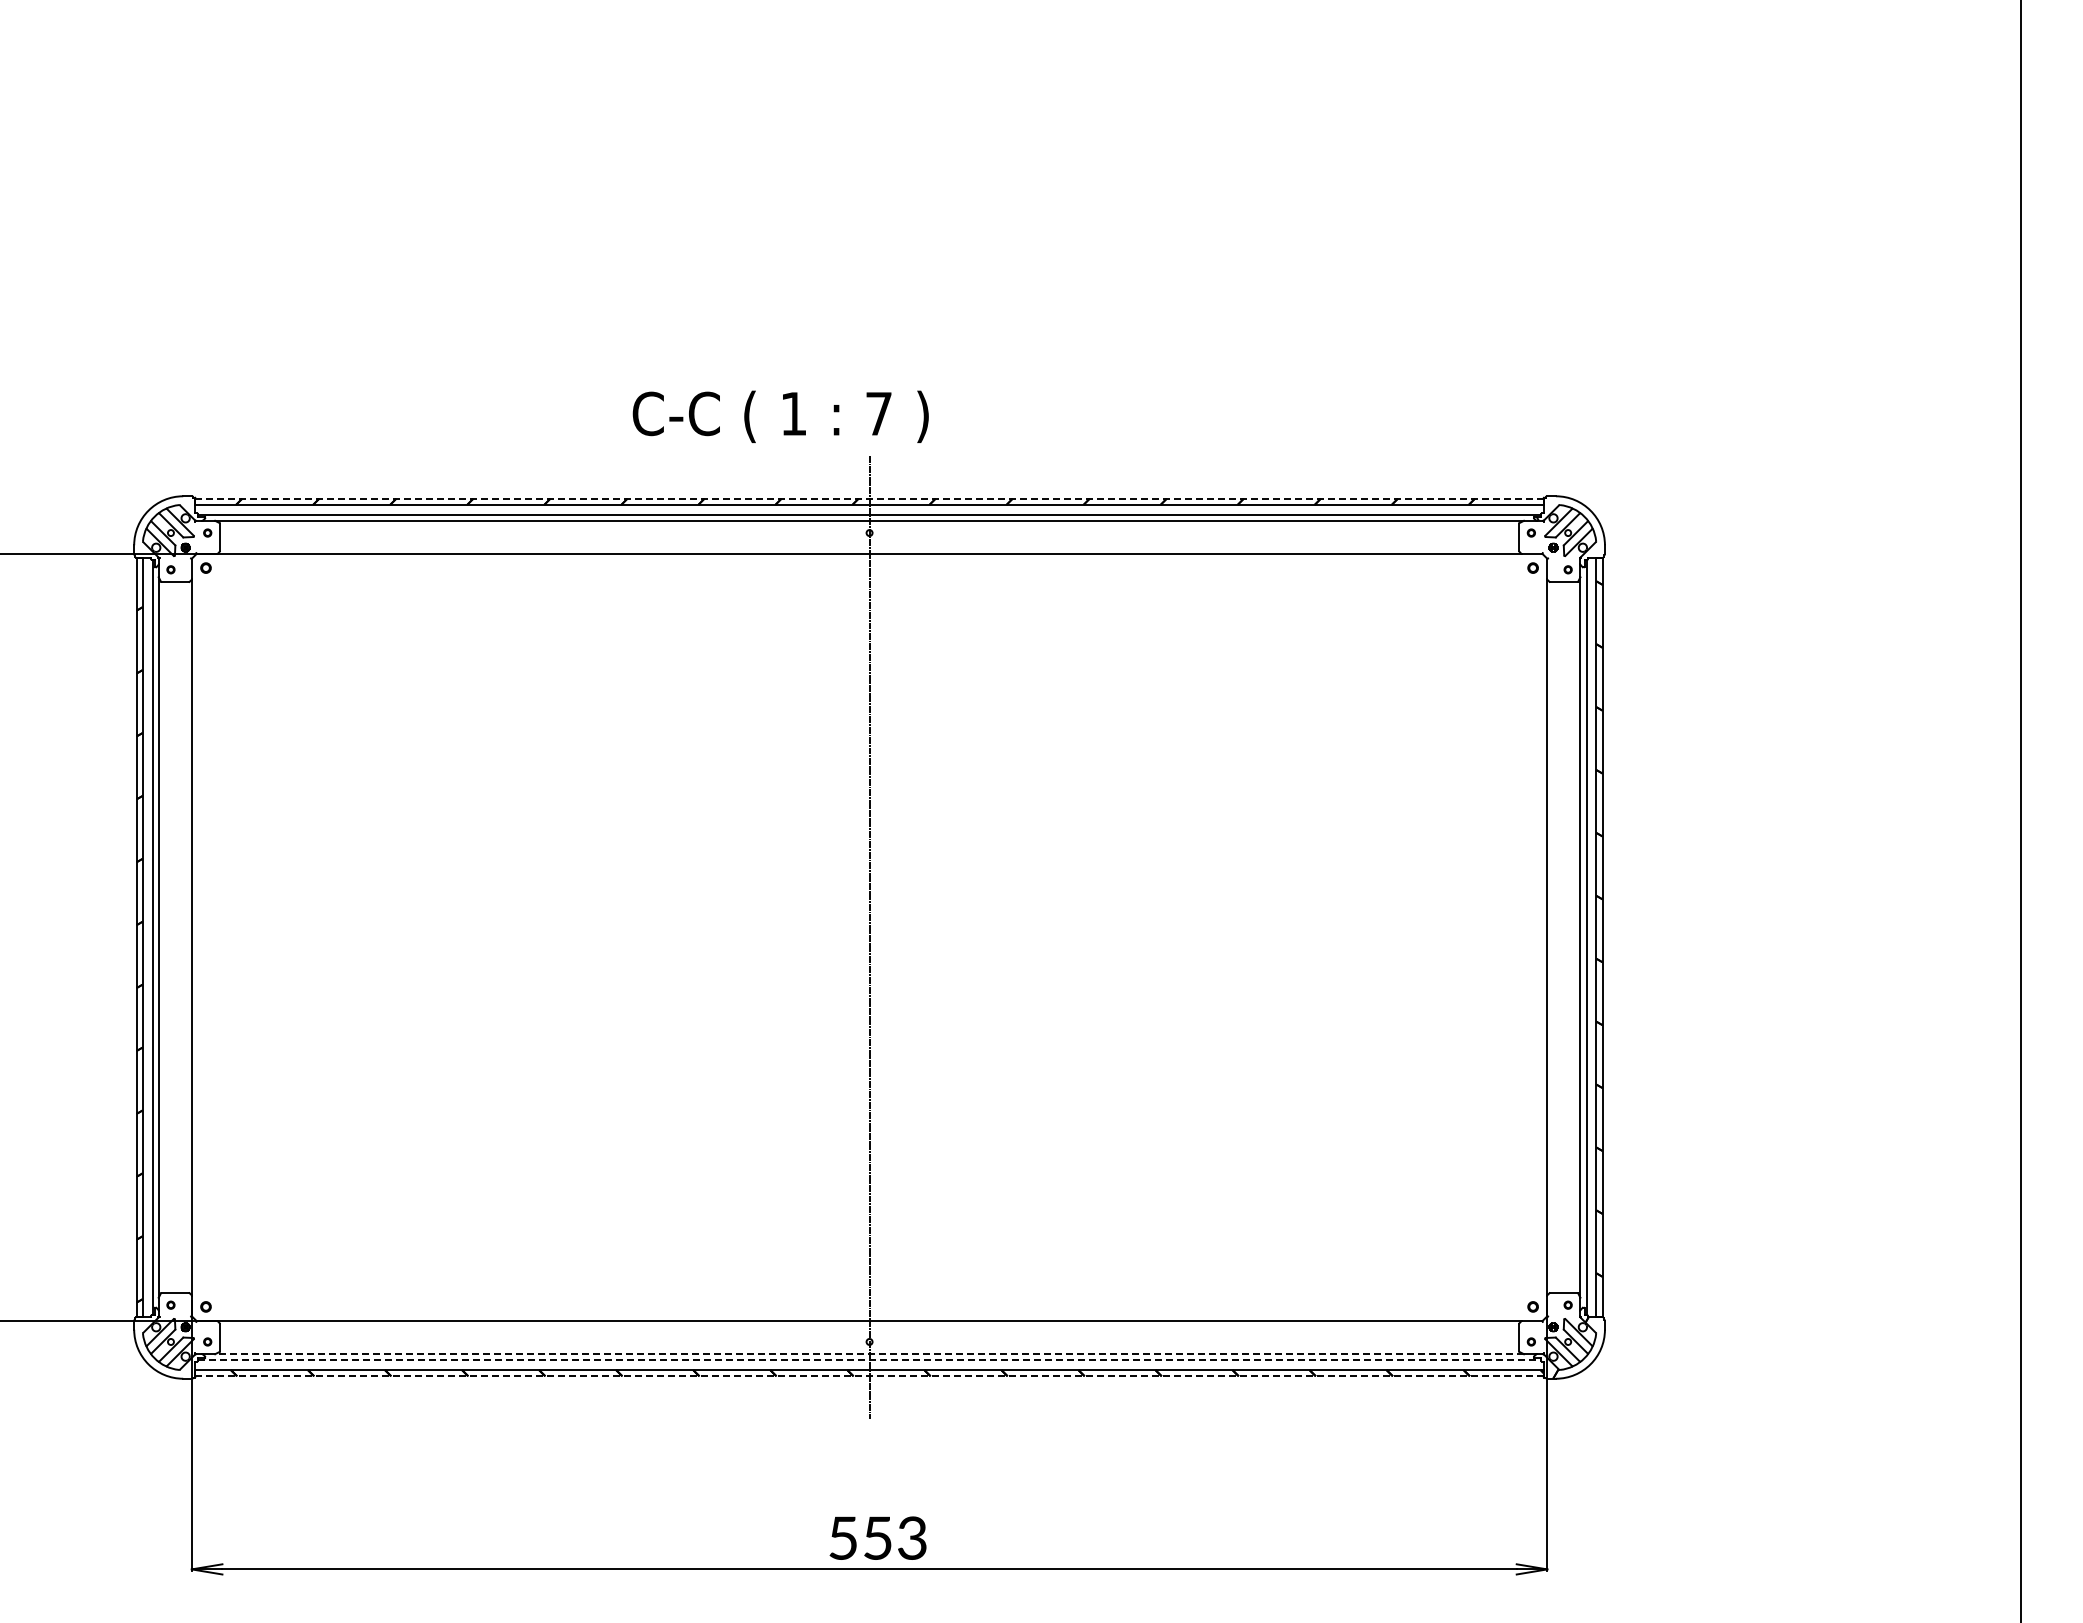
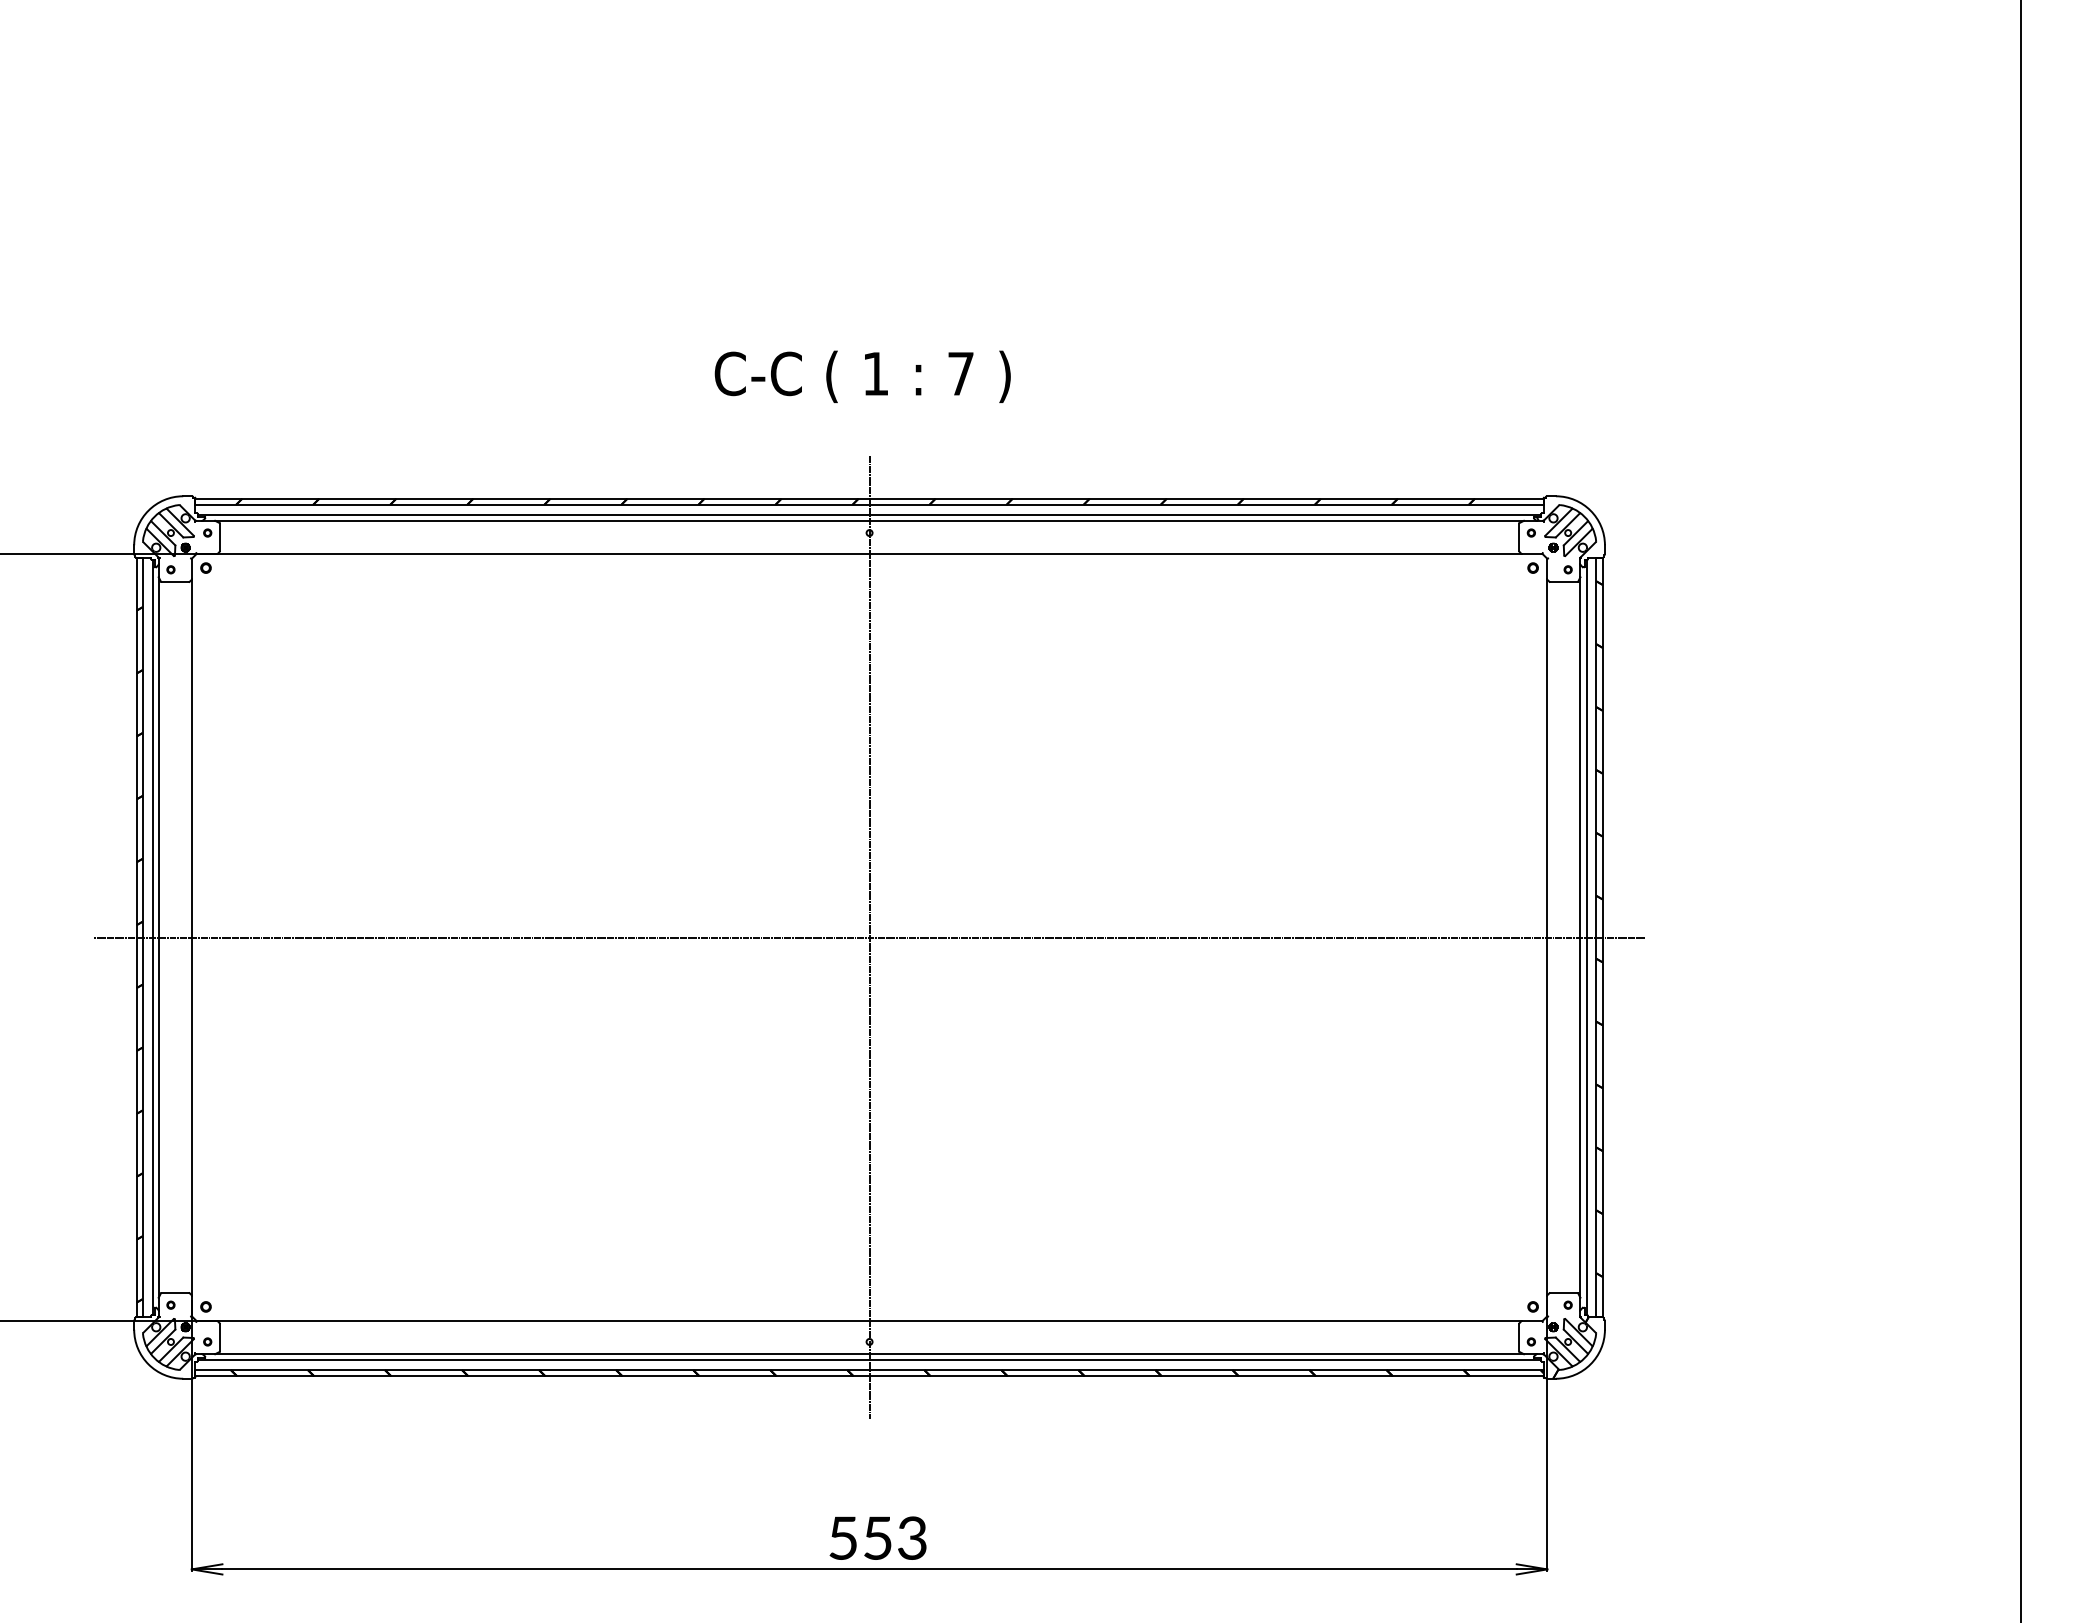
text at (780, 416) position: (780, 416) -> (862, 376)
line at (869, 498): dashed -> solid
line at (869, 937): none -> present
line at (869, 1354): dashed -> solid
line at (869, 1360): dashed -> solid
line at (870, 1376): dashed -> solid
